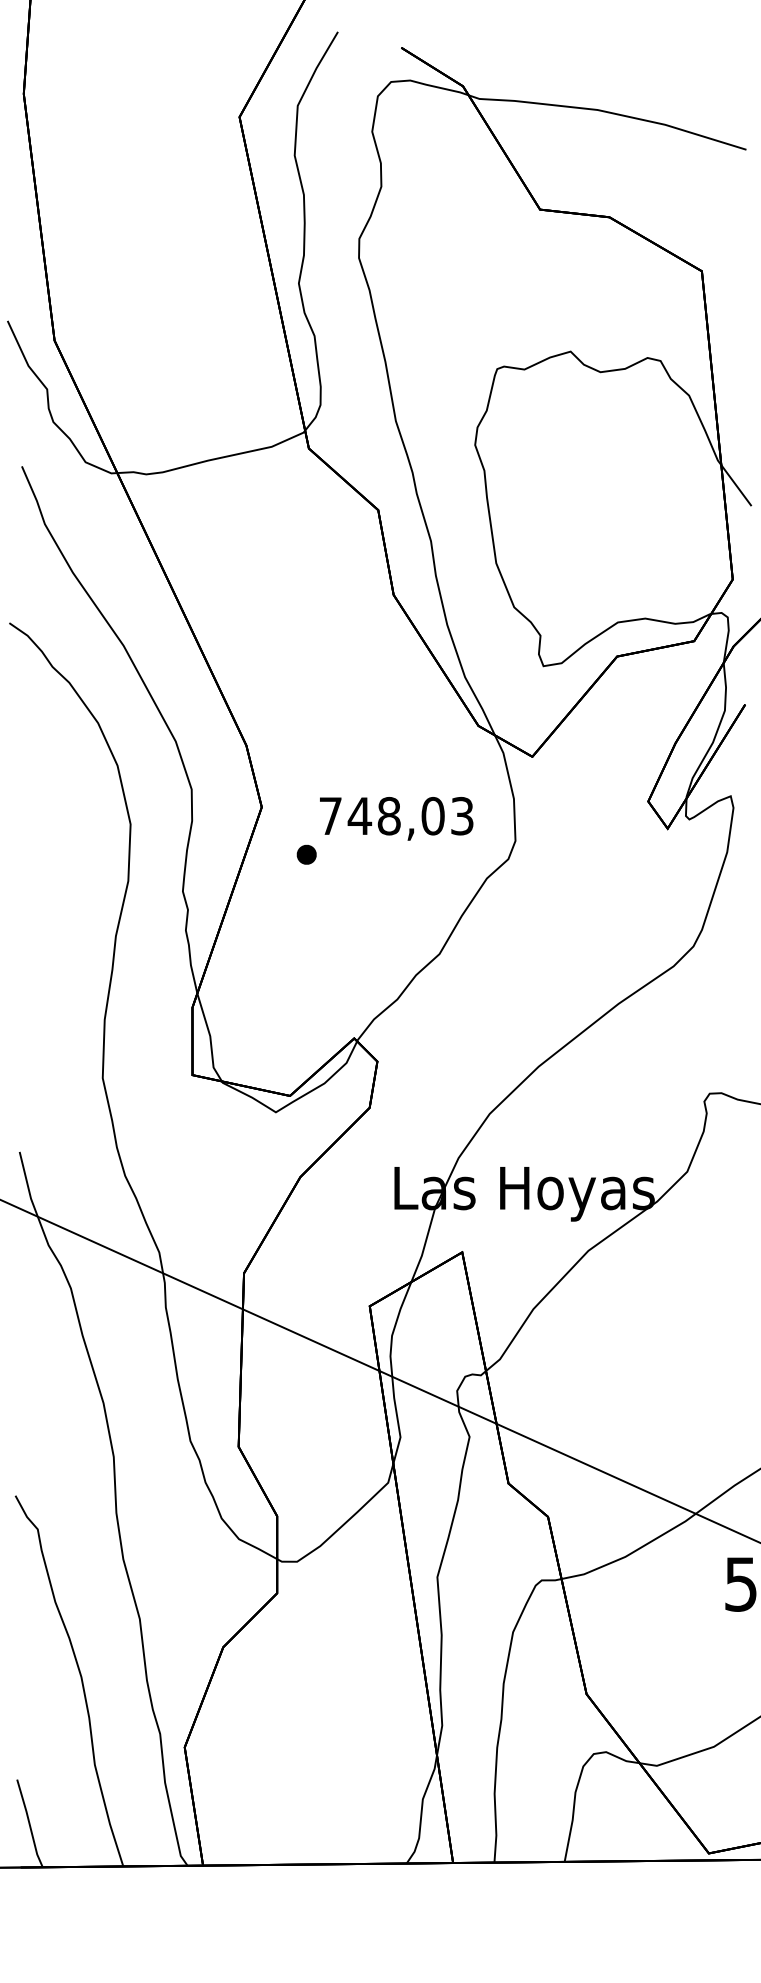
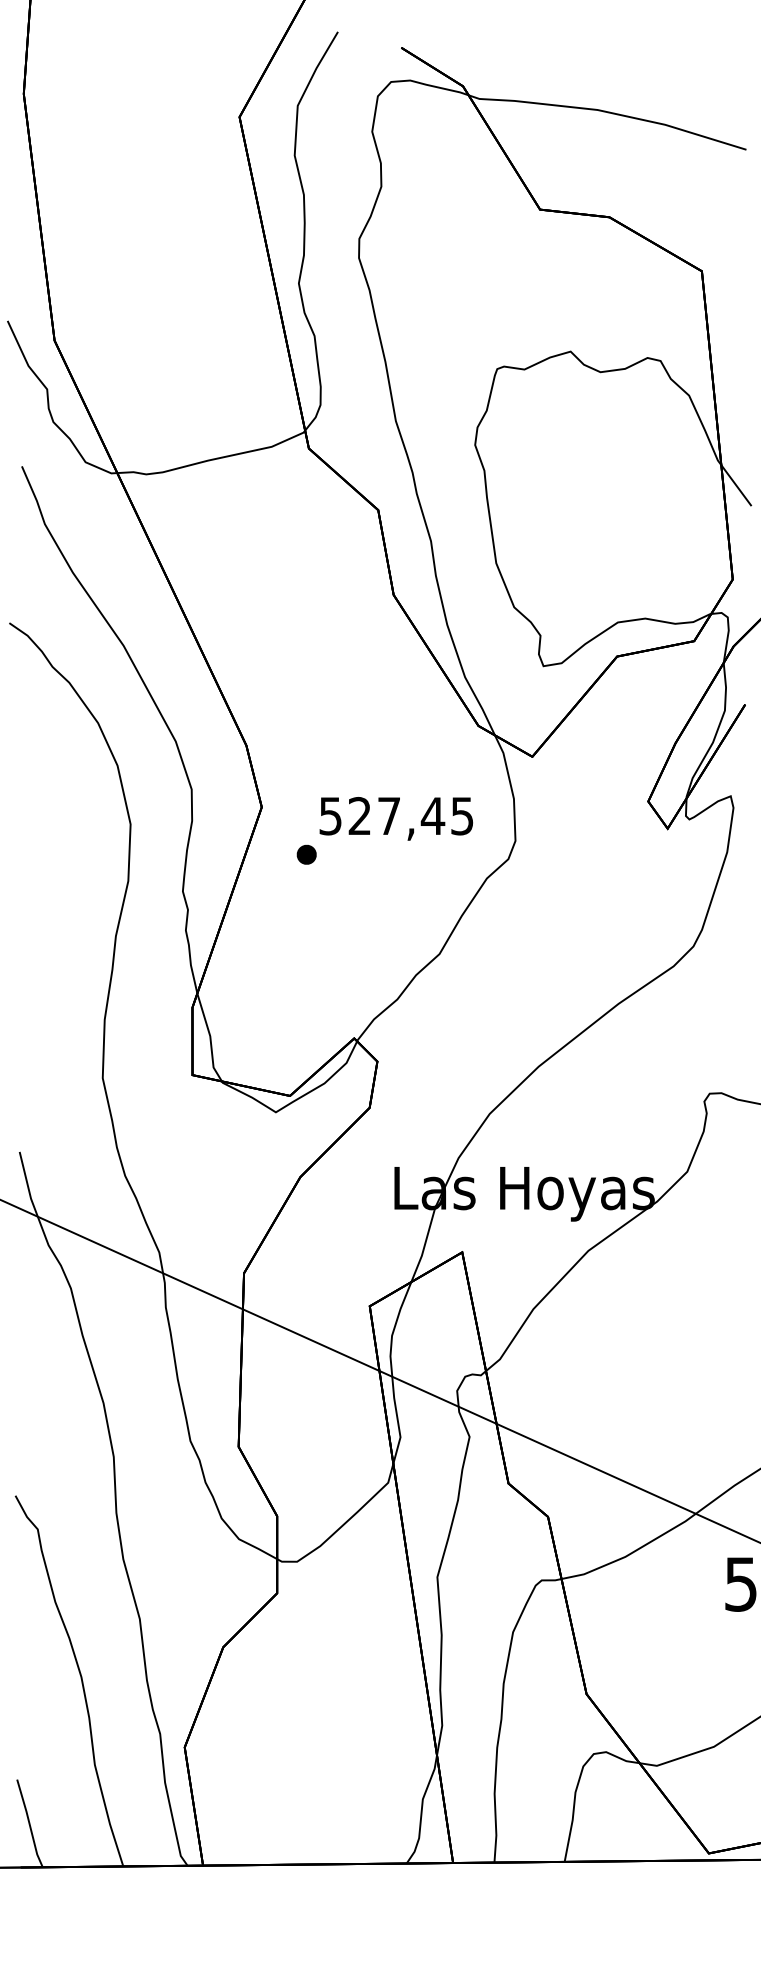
text at (396, 815): 748,03 -> 527,45
